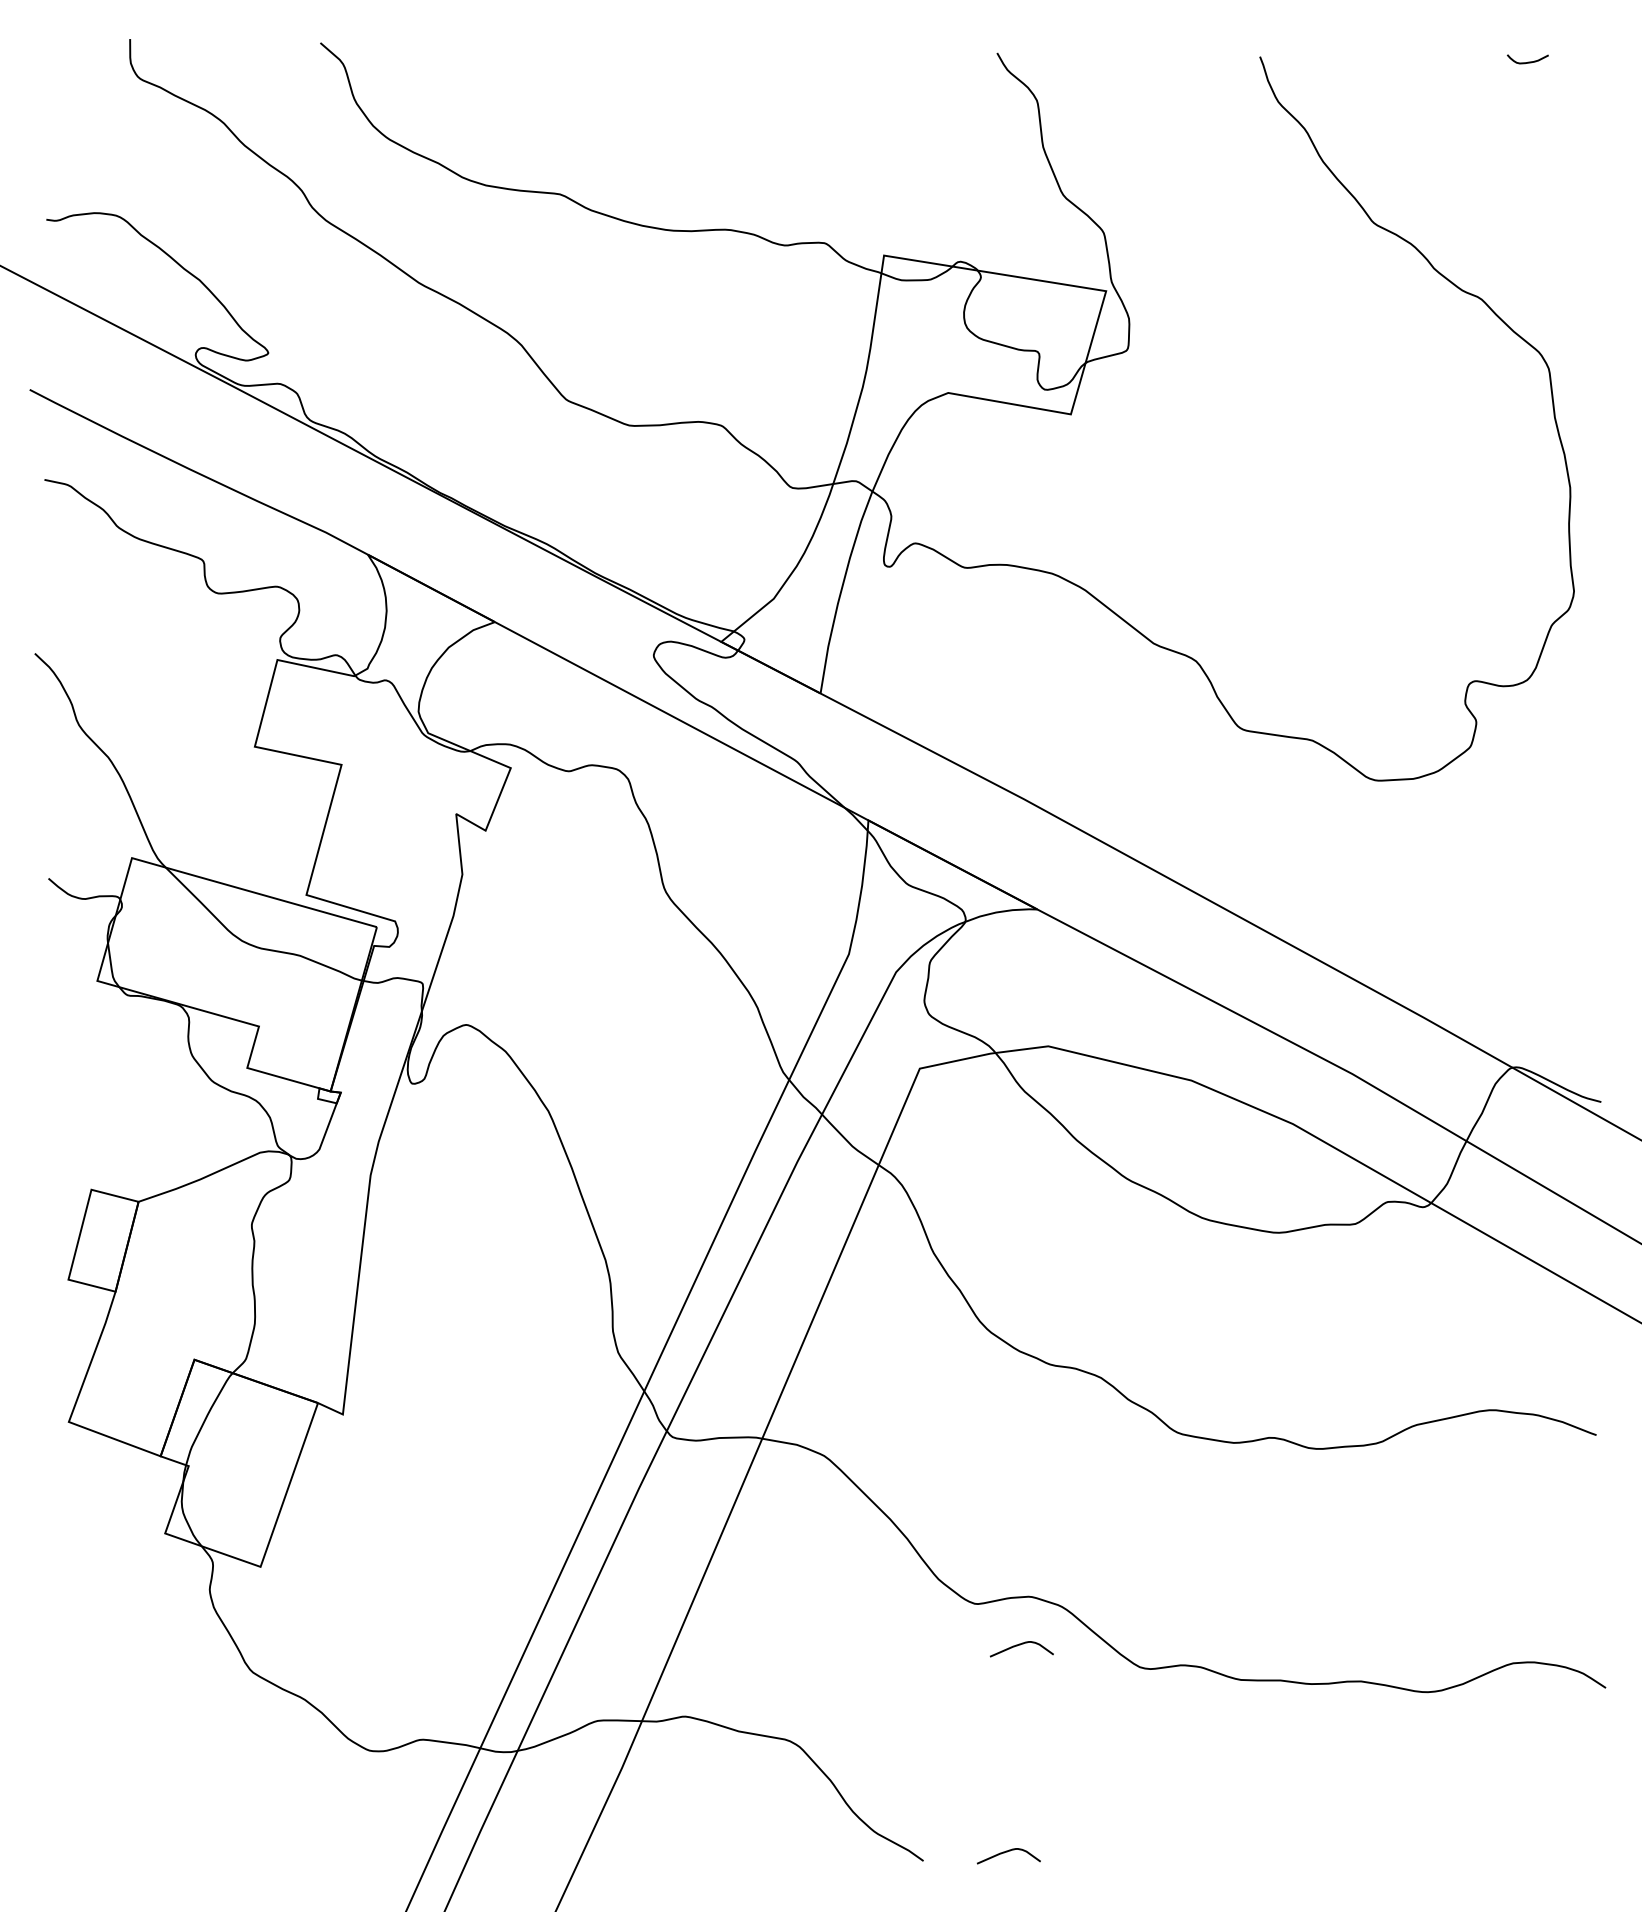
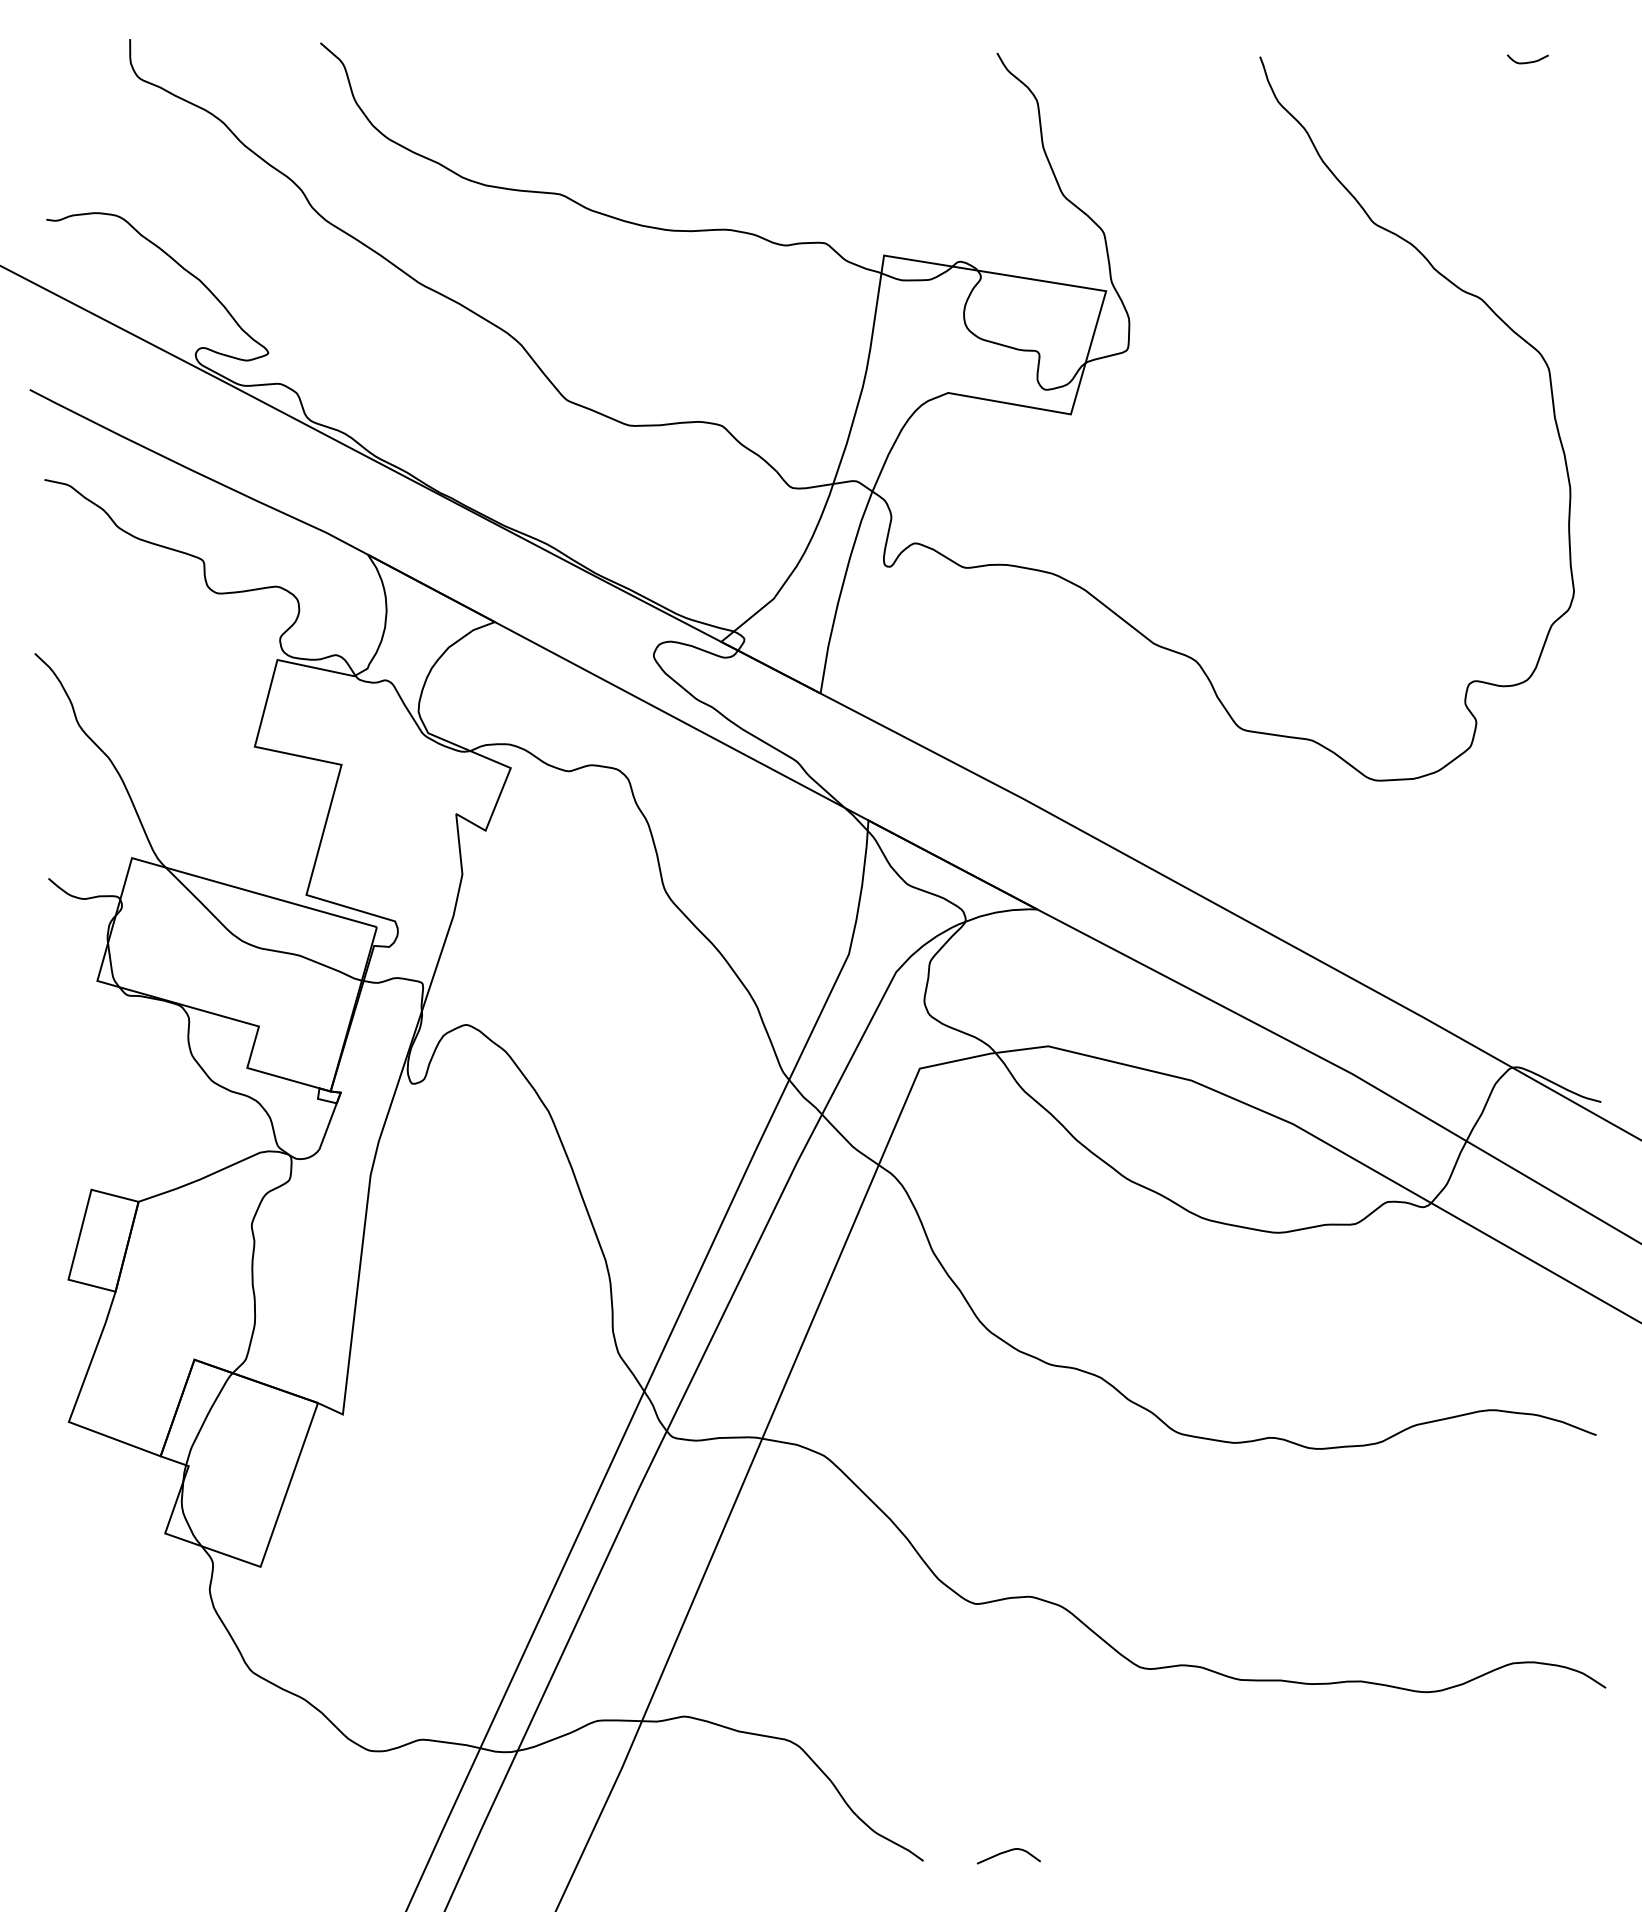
curve at (1020, 1645): present -> none
